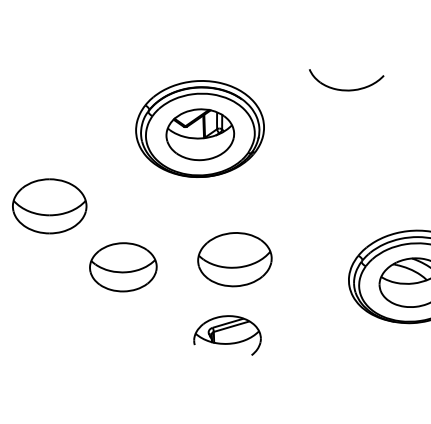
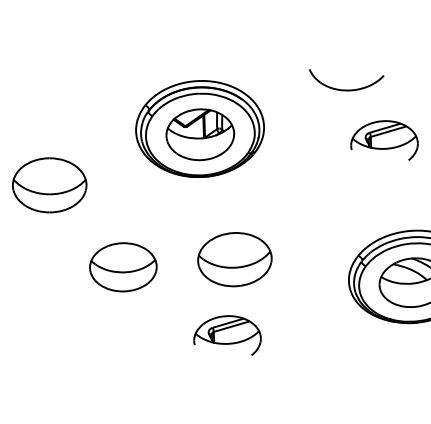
part at (384, 140): none -> present
part at (49, 206) position: (49, 206) -> (49, 185)
